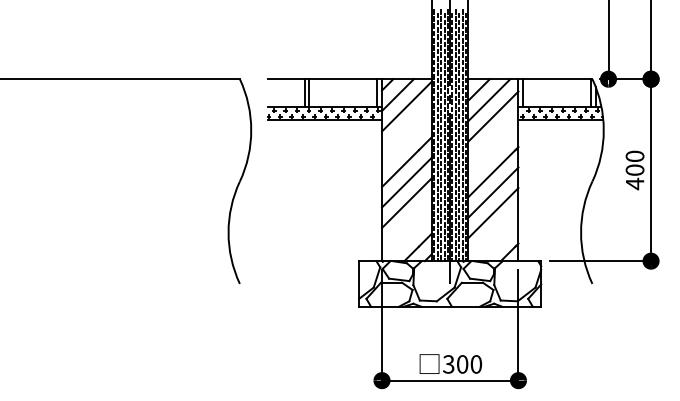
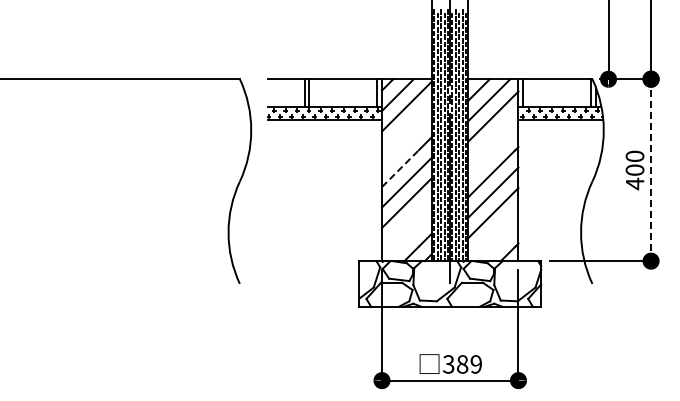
line at (400, 168): solid -> dashed
line at (651, 170): solid -> dashed
text at (469, 364): 300 -> 389
